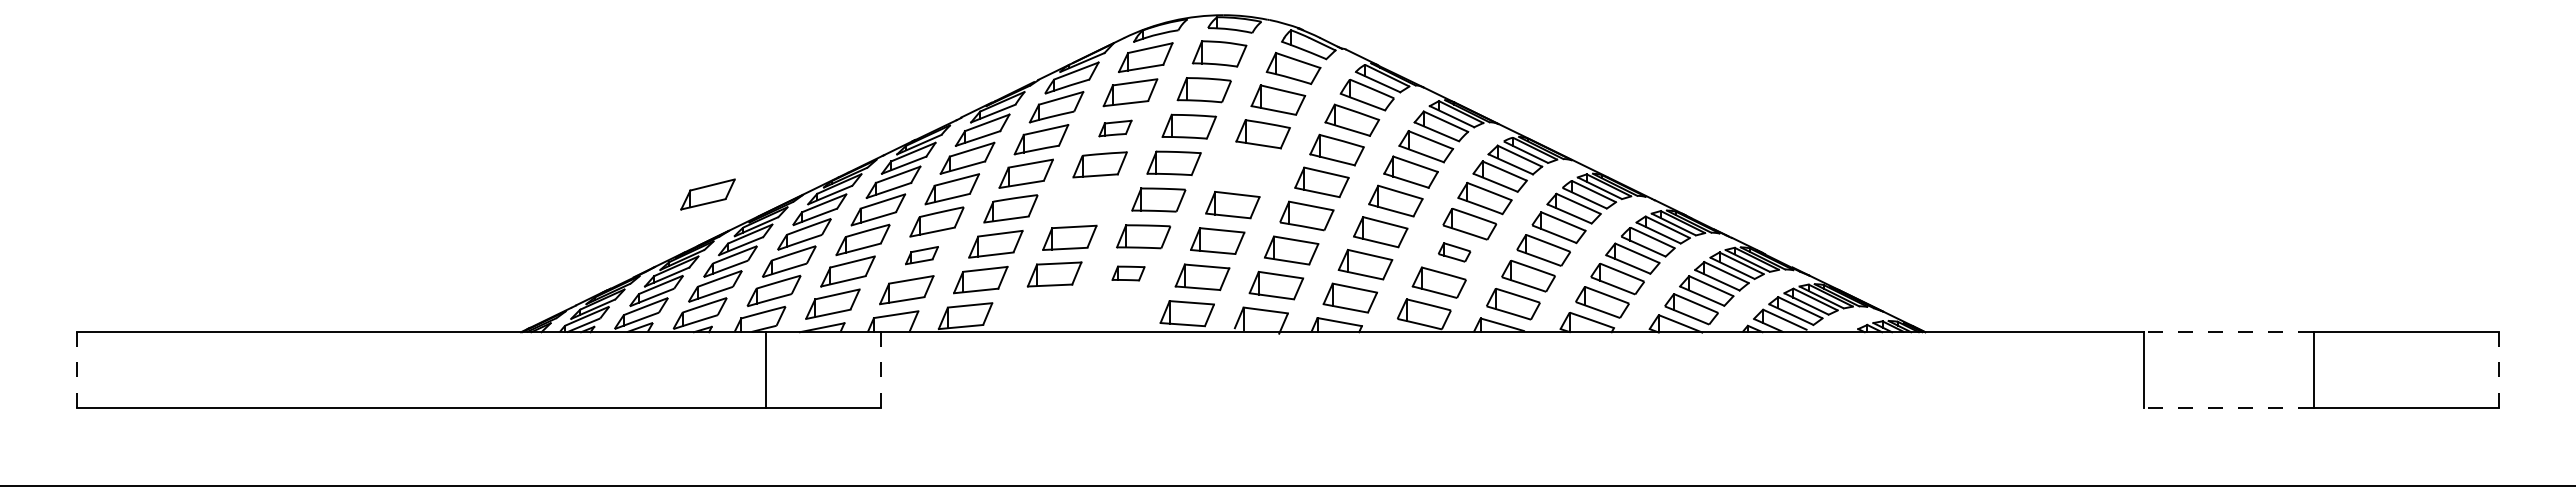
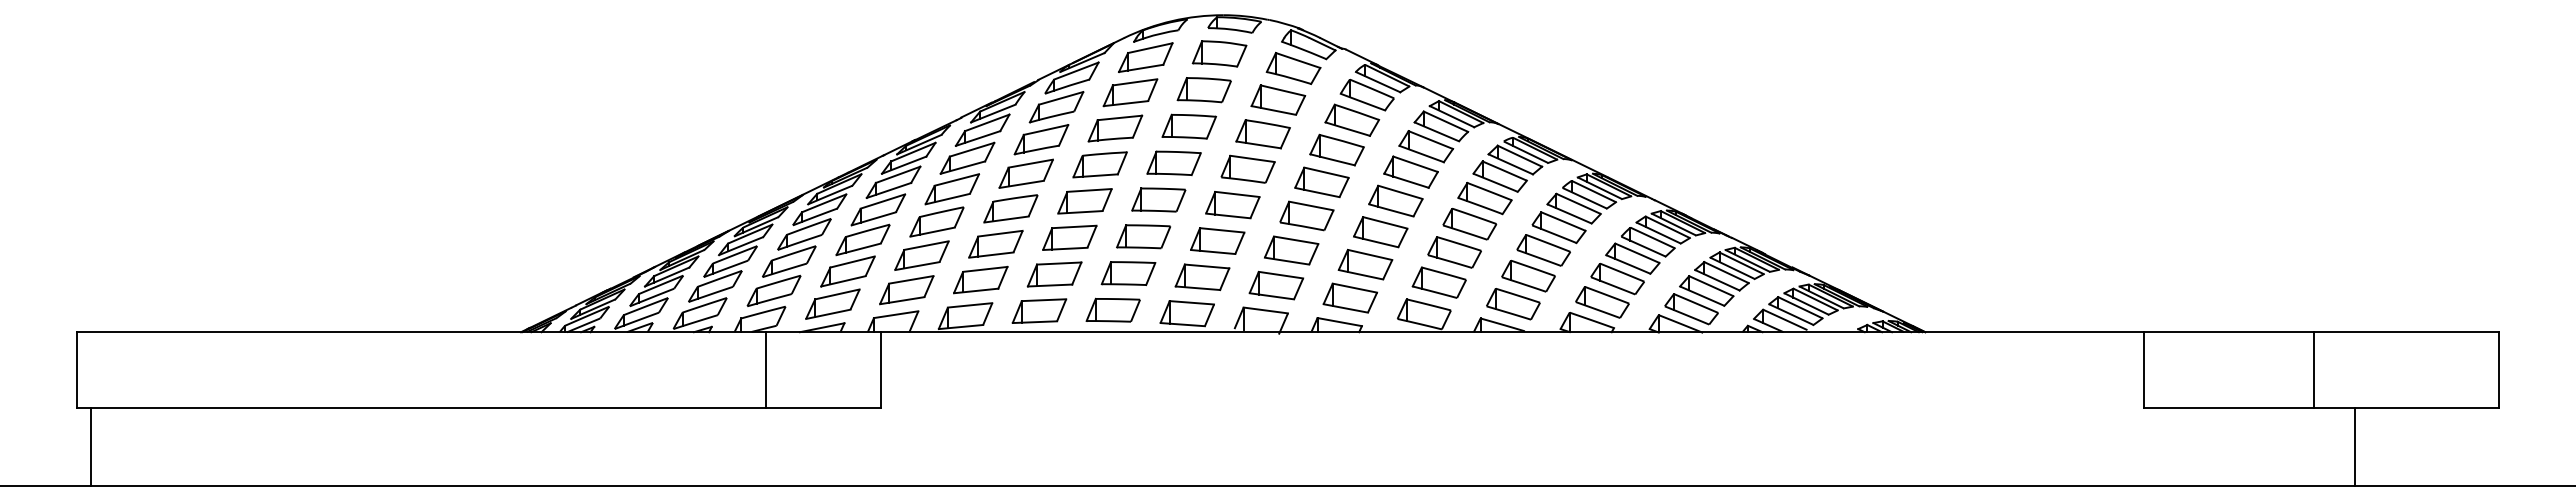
part at (1115, 128) size: 35x19 px -> 57x29 px
part at (1247, 168): none -> present
part at (707, 194): present -> none
part at (1084, 201): none -> present
part at (1454, 252) size: 34x21 px -> 55x33 px
part at (921, 255) size: 34x20 px -> 56x31 px
part at (1128, 273) size: 35x17 px -> 57x25 px
part at (1112, 309): none -> present
part at (1039, 310): none -> present
line at (2228, 332): dashed -> solid
line at (77, 369): dashed -> solid
line at (880, 369): dashed -> solid
line at (2498, 369): dashed -> solid
line at (2228, 407): dashed -> solid
line at (91, 446): none -> present
line at (2355, 446): none -> present
